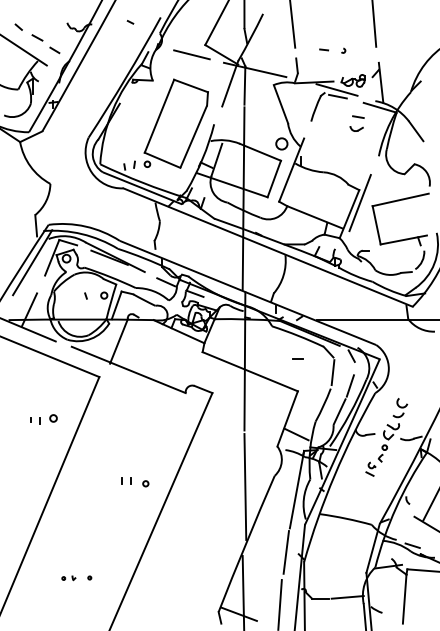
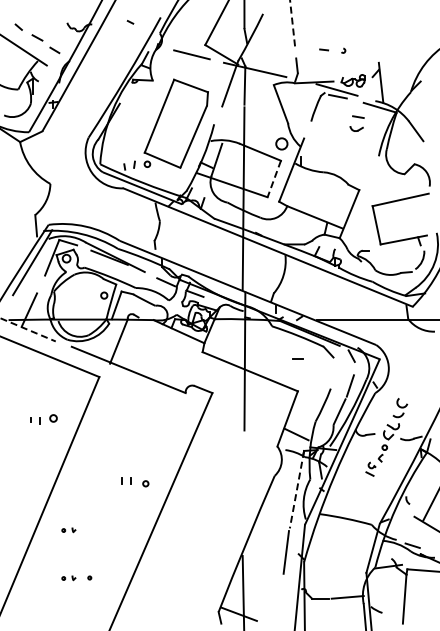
line at (292, 24): solid -> dashed
line at (374, 24): present -> none
line at (274, 179): solid -> dashed
line at (359, 203): present -> none
line at (85, 295): present -> none
line at (28, 329): solid -> dashed
line at (332, 372): present -> none
line at (245, 486): present -> none
line at (296, 490): solid -> dashed
part at (68, 530): none -> present
line at (279, 603): present -> none
